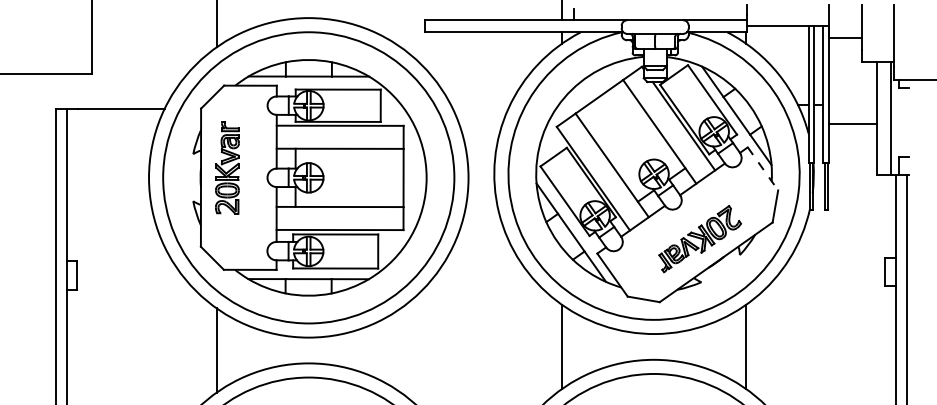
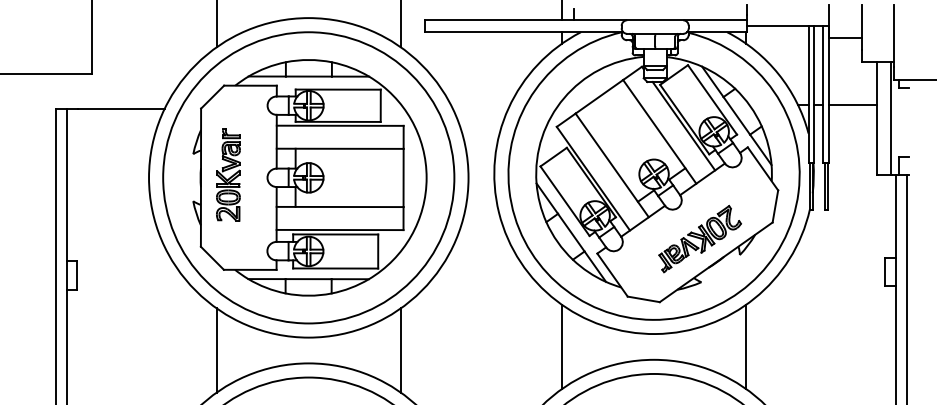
line at (400, 24): none -> present
line at (852, 124) position: (852, 124) -> (852, 105)
part at (227, 167) position: (227, 167) -> (228, 174)
line at (763, 169): dashed -> solid
line at (400, 350): none -> present
